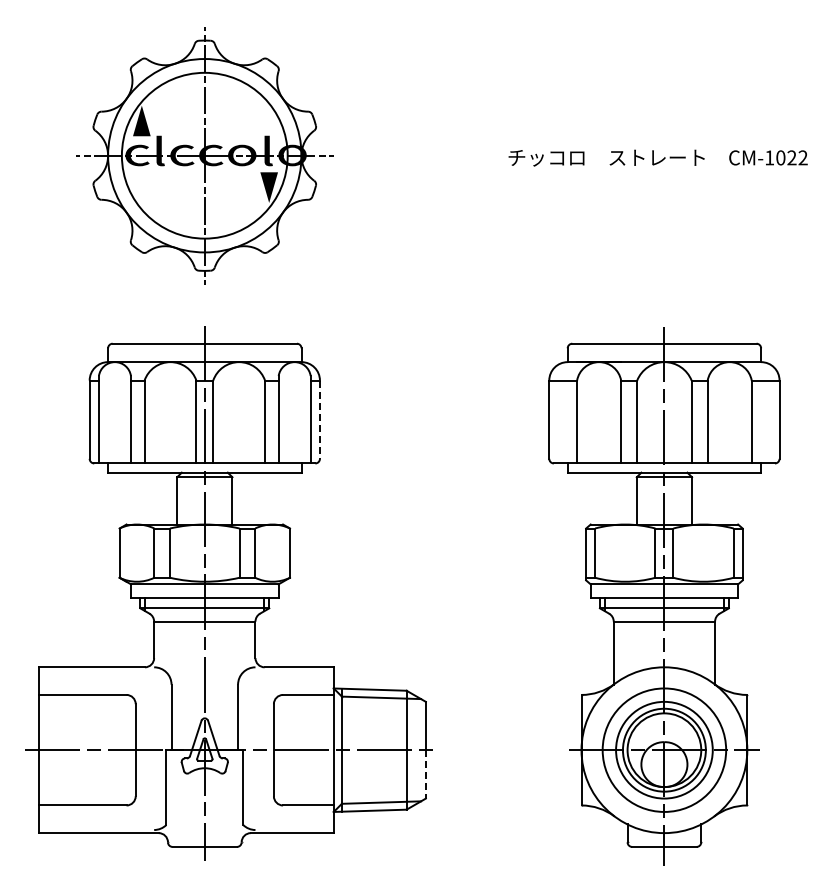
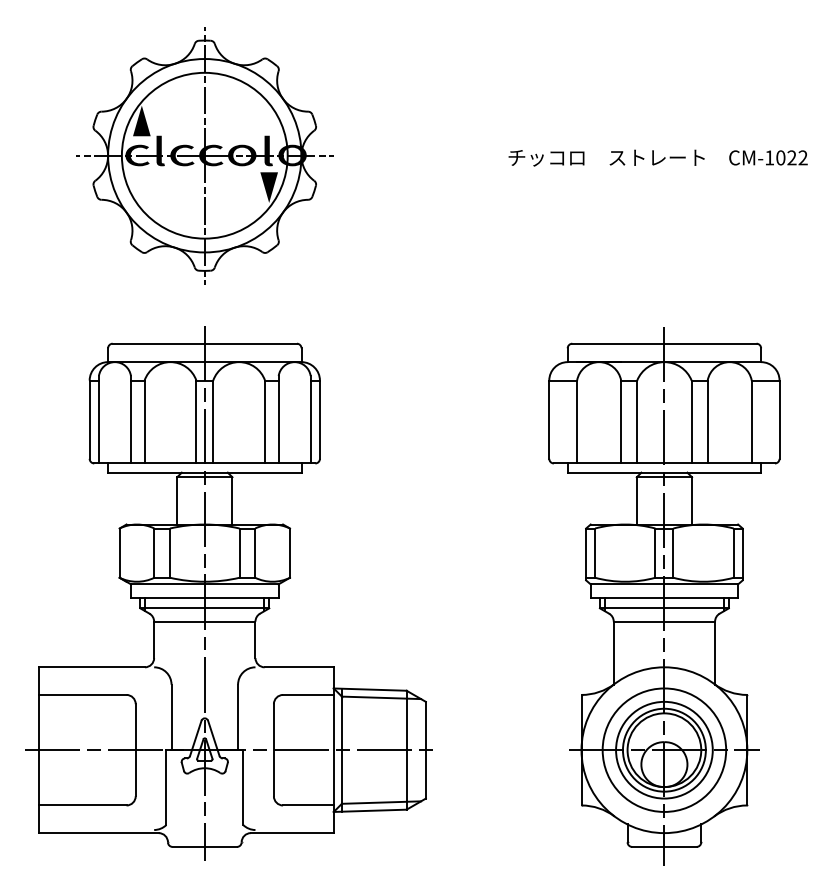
line at (319, 420): dashed -> solid
line at (425, 774): dashed -> solid
